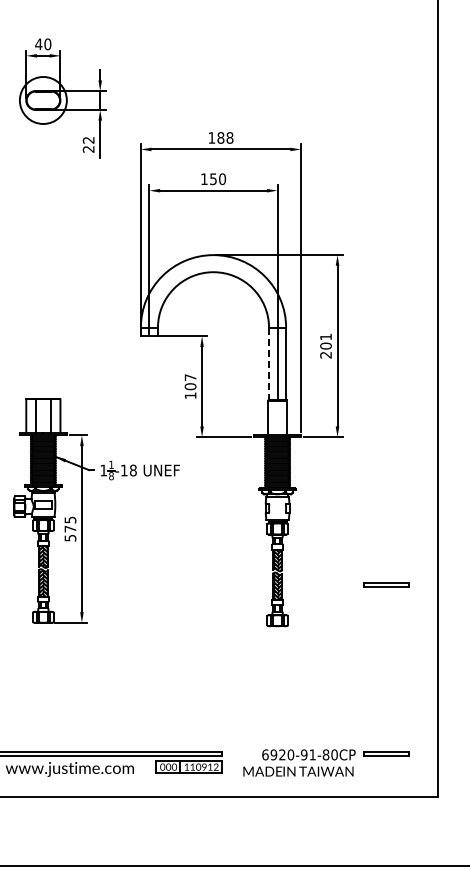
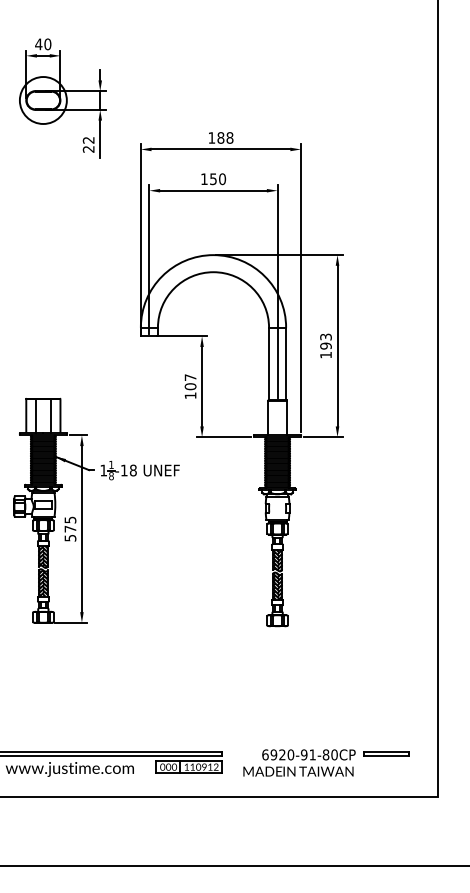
text at (325, 345): 201 -> 193
line at (269, 364): dashed -> solid
part at (386, 584): present -> none
